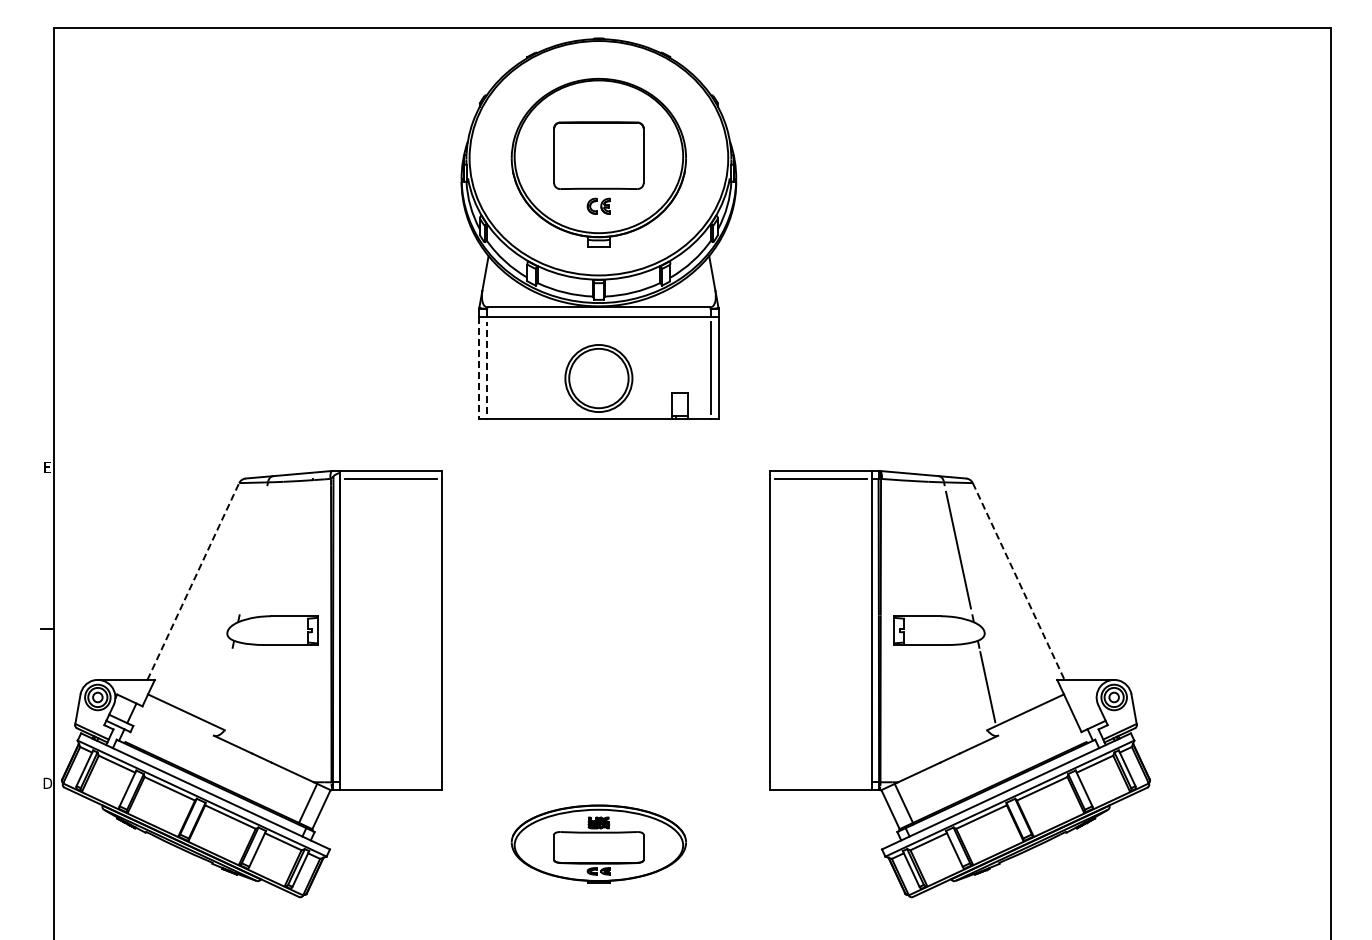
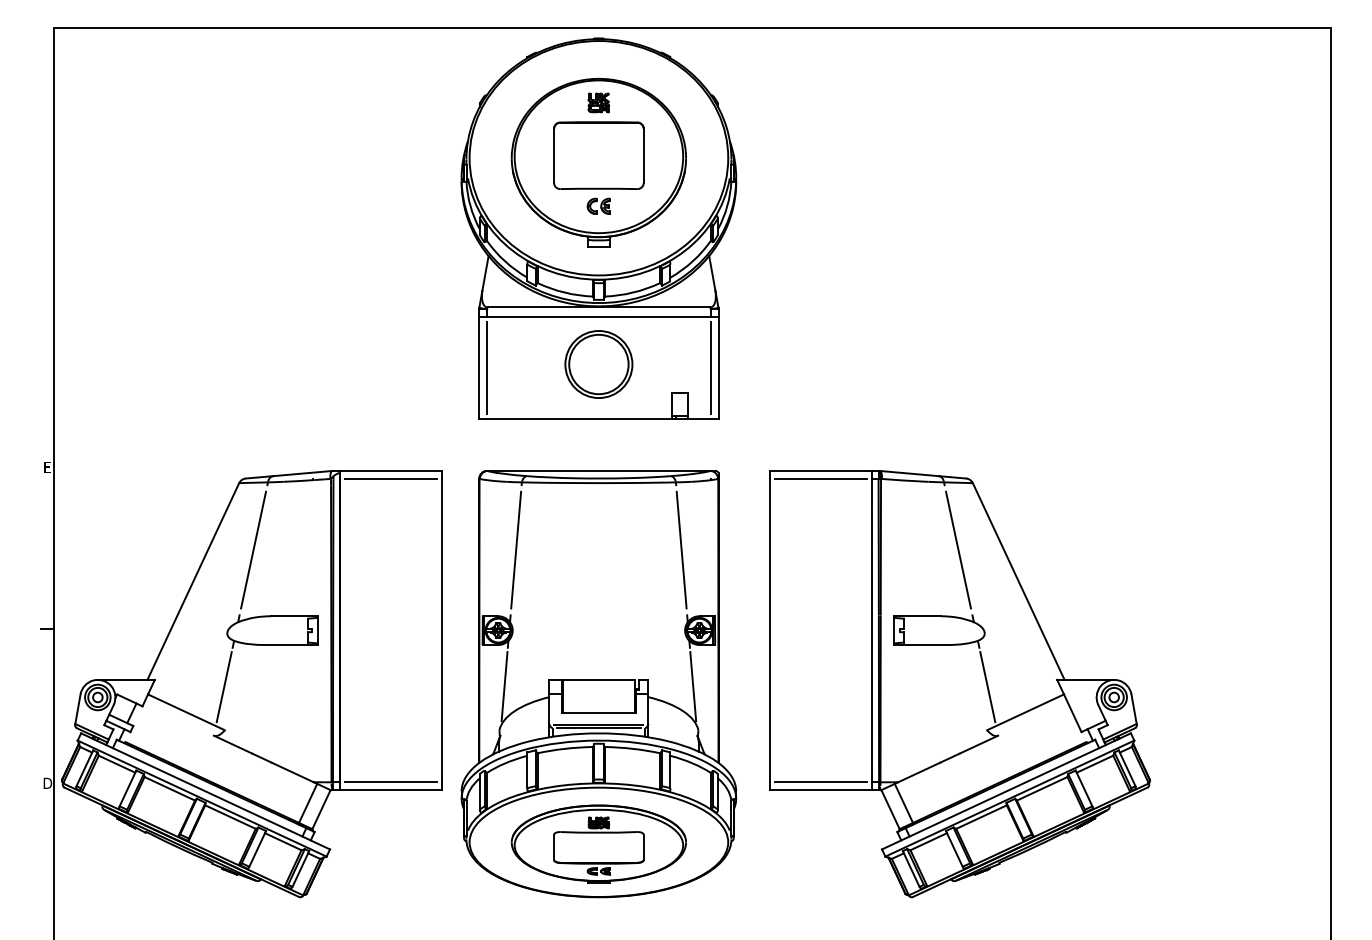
part at (598, 102): none -> present
line at (487, 367): dashed -> solid
line at (479, 368): dashed -> solid
part at (598, 378) position: (598, 378) -> (598, 364)
line at (253, 549): none -> present
line at (193, 581): dashed -> solid
line at (1018, 581): dashed -> solid
part at (598, 684): none -> present
line at (223, 687): none -> present
line at (391, 782): none -> present
line at (820, 782): none -> present
